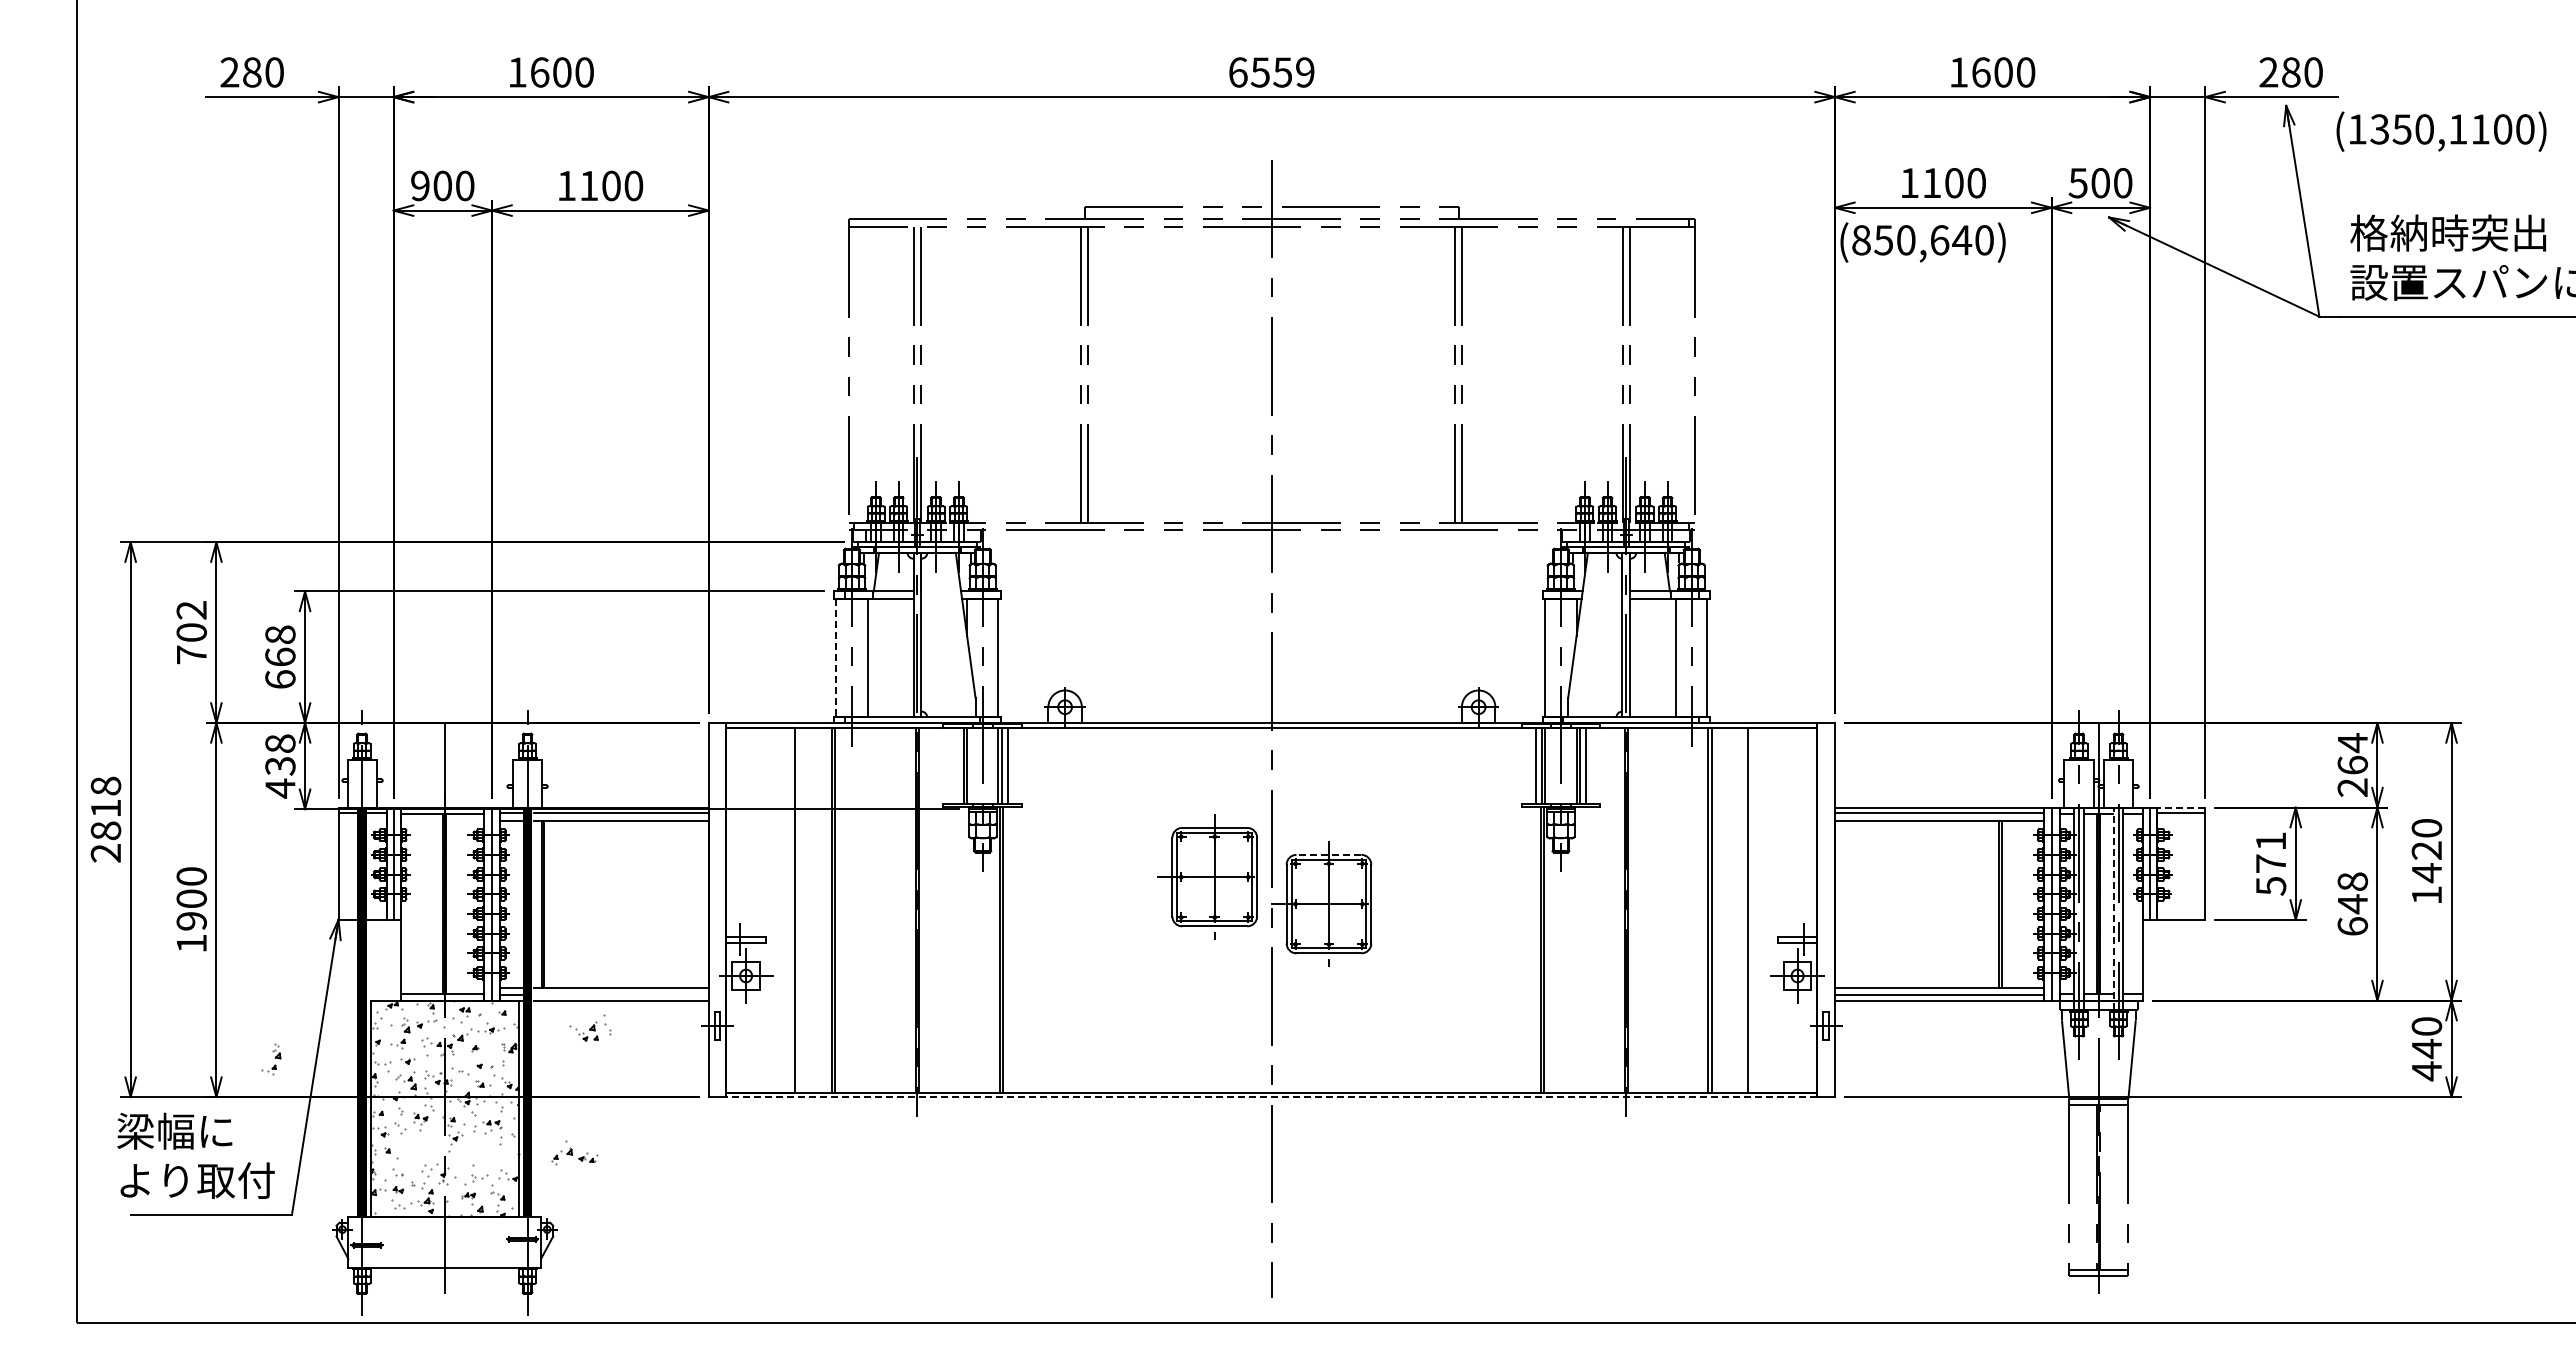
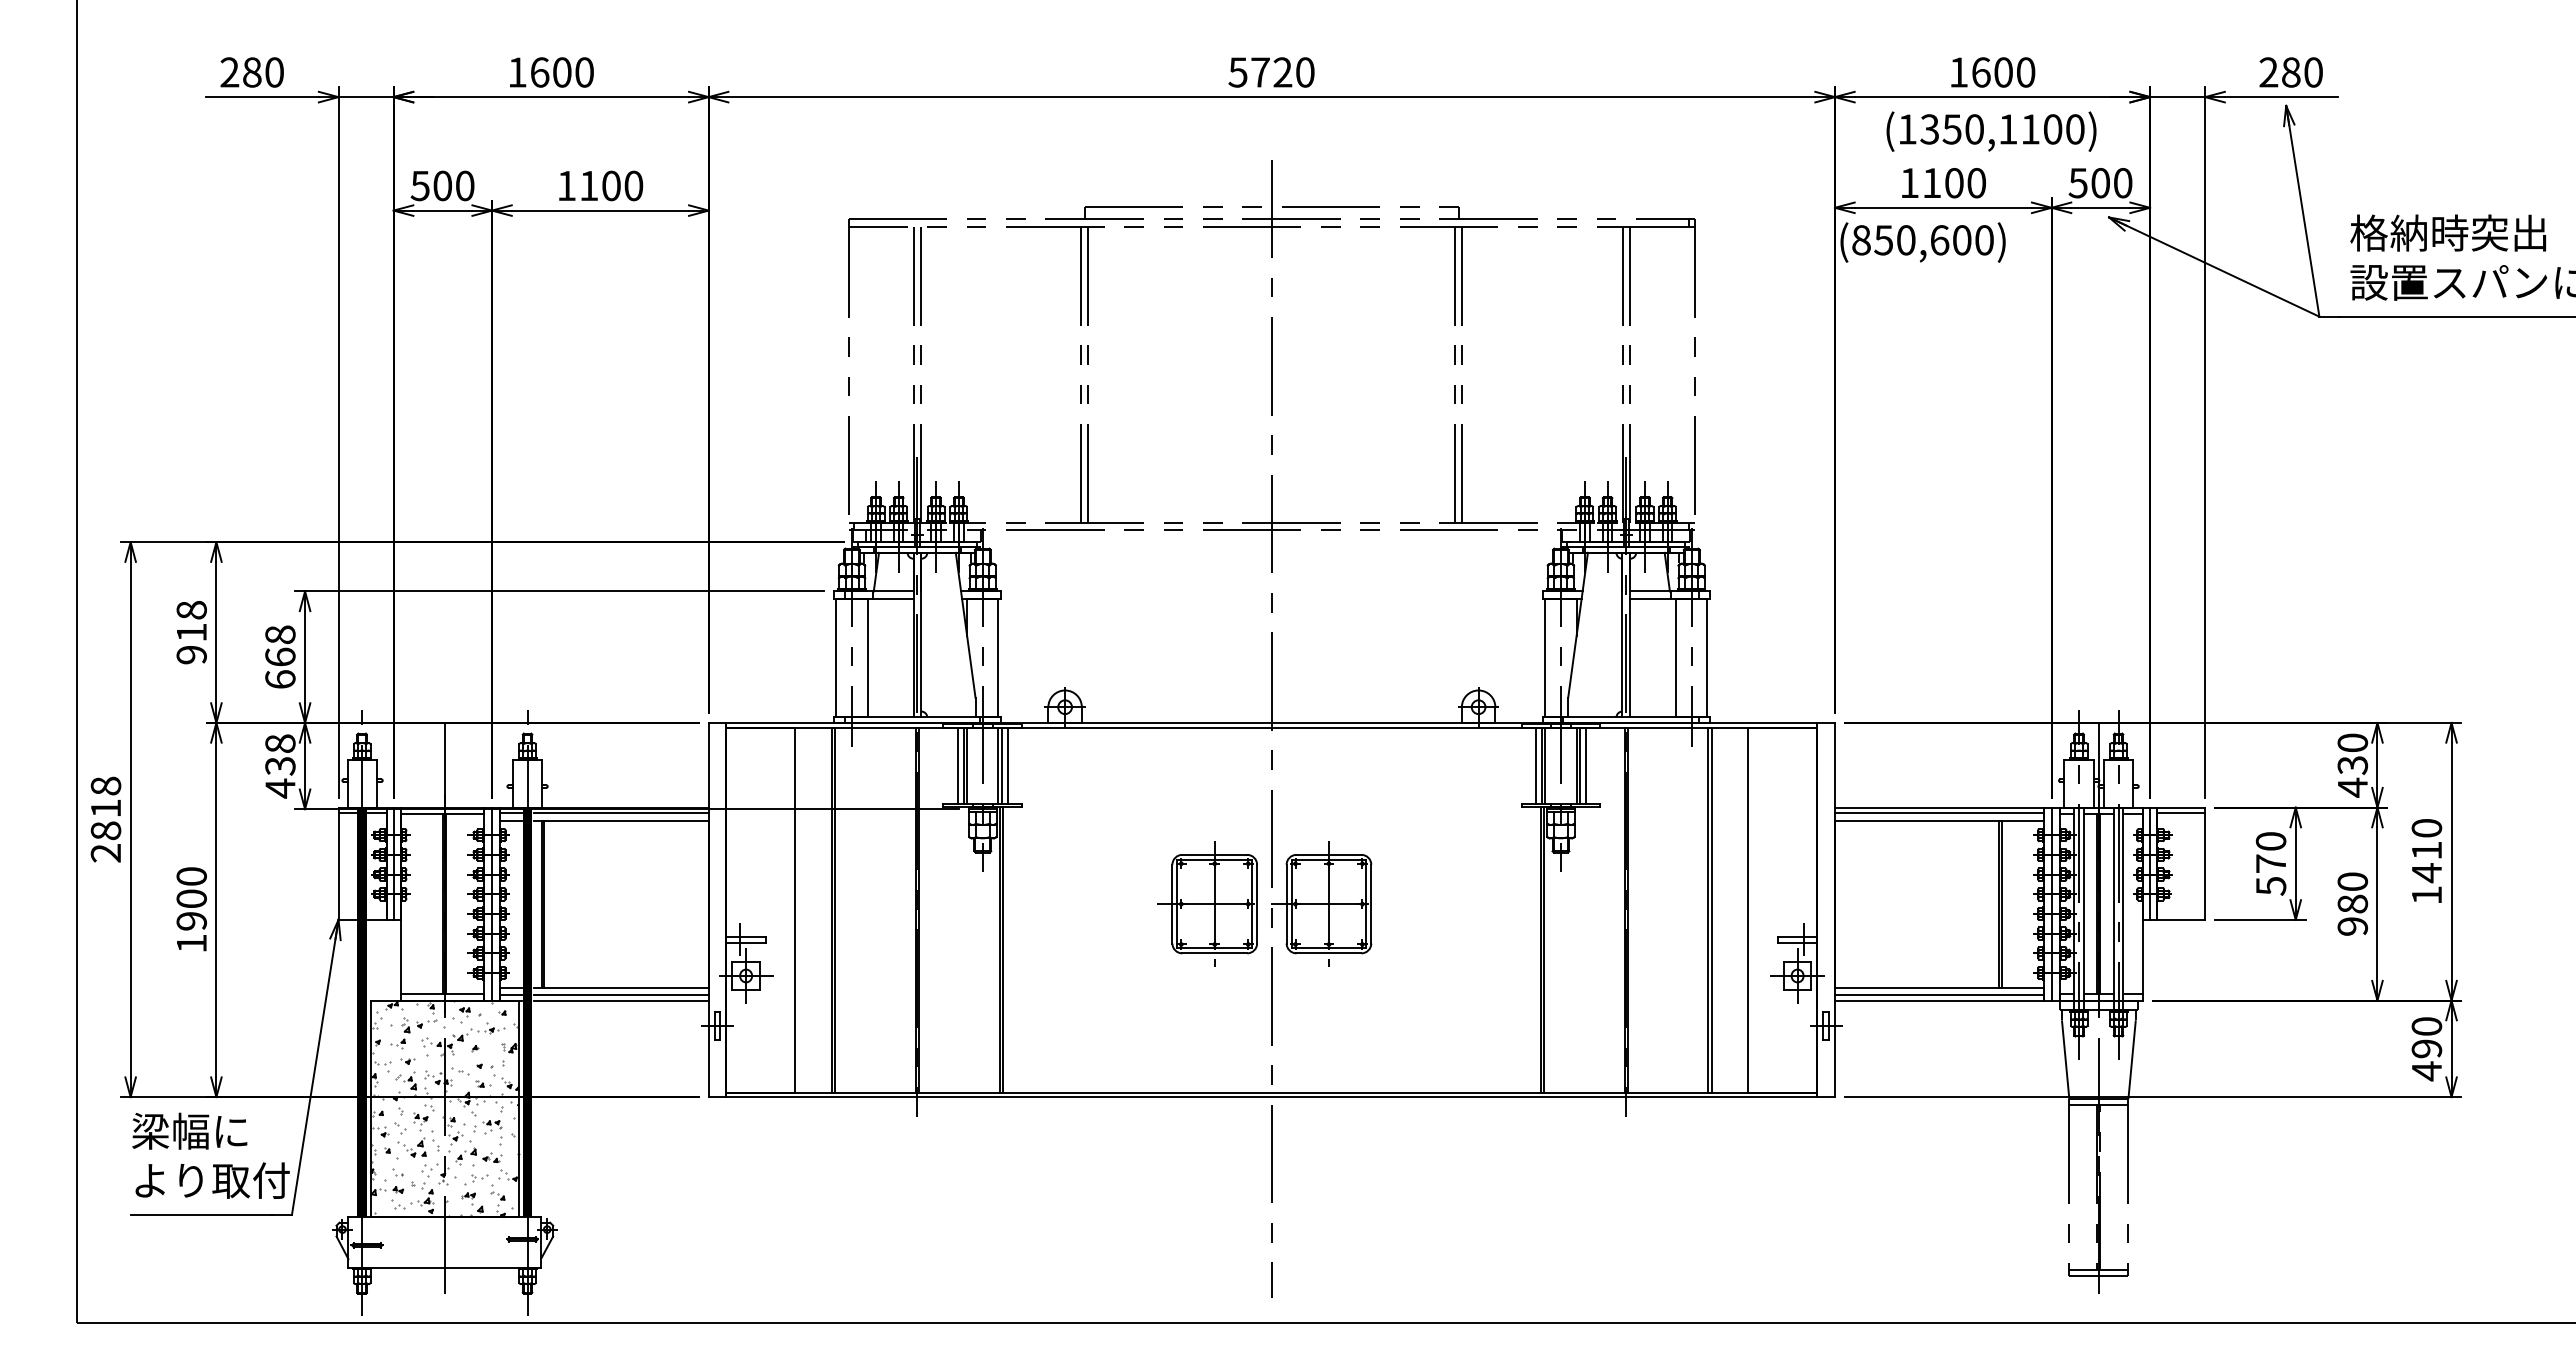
text at (1271, 72): 6559 -> 5720
text at (2441, 131) position: (2441, 131) -> (1991, 131)
text at (419, 185): 900 -> 500
text at (1962, 240): (850,640) -> (850,600)
text at (191, 632): 702 -> 918
line at (836, 658): dashed -> solid
line at (957, 765): none -> present
text at (2352, 765): 264 -> 430
line at (2180, 807): dashed -> solid
text at (2270, 841): 571 -> 570
text at (2426, 850): 1420 -> 1410
line at (1328, 854): dashed -> solid
part at (1207, 876) position: (1207, 876) -> (1207, 903)
text at (2352, 903): 648 -> 980
line at (2113, 908): dashed -> solid
line at (620, 995): none -> present
part at (590, 1027) position: (590, 1027) -> (418, 1143)
text at (2426, 1049): 440 -> 490
part at (271, 1059): present -> none
line at (1271, 1097): dashed -> solid
part at (574, 1152) position: (574, 1152) -> (478, 1152)
text at (195, 1155) position: (195, 1155) -> (210, 1155)
